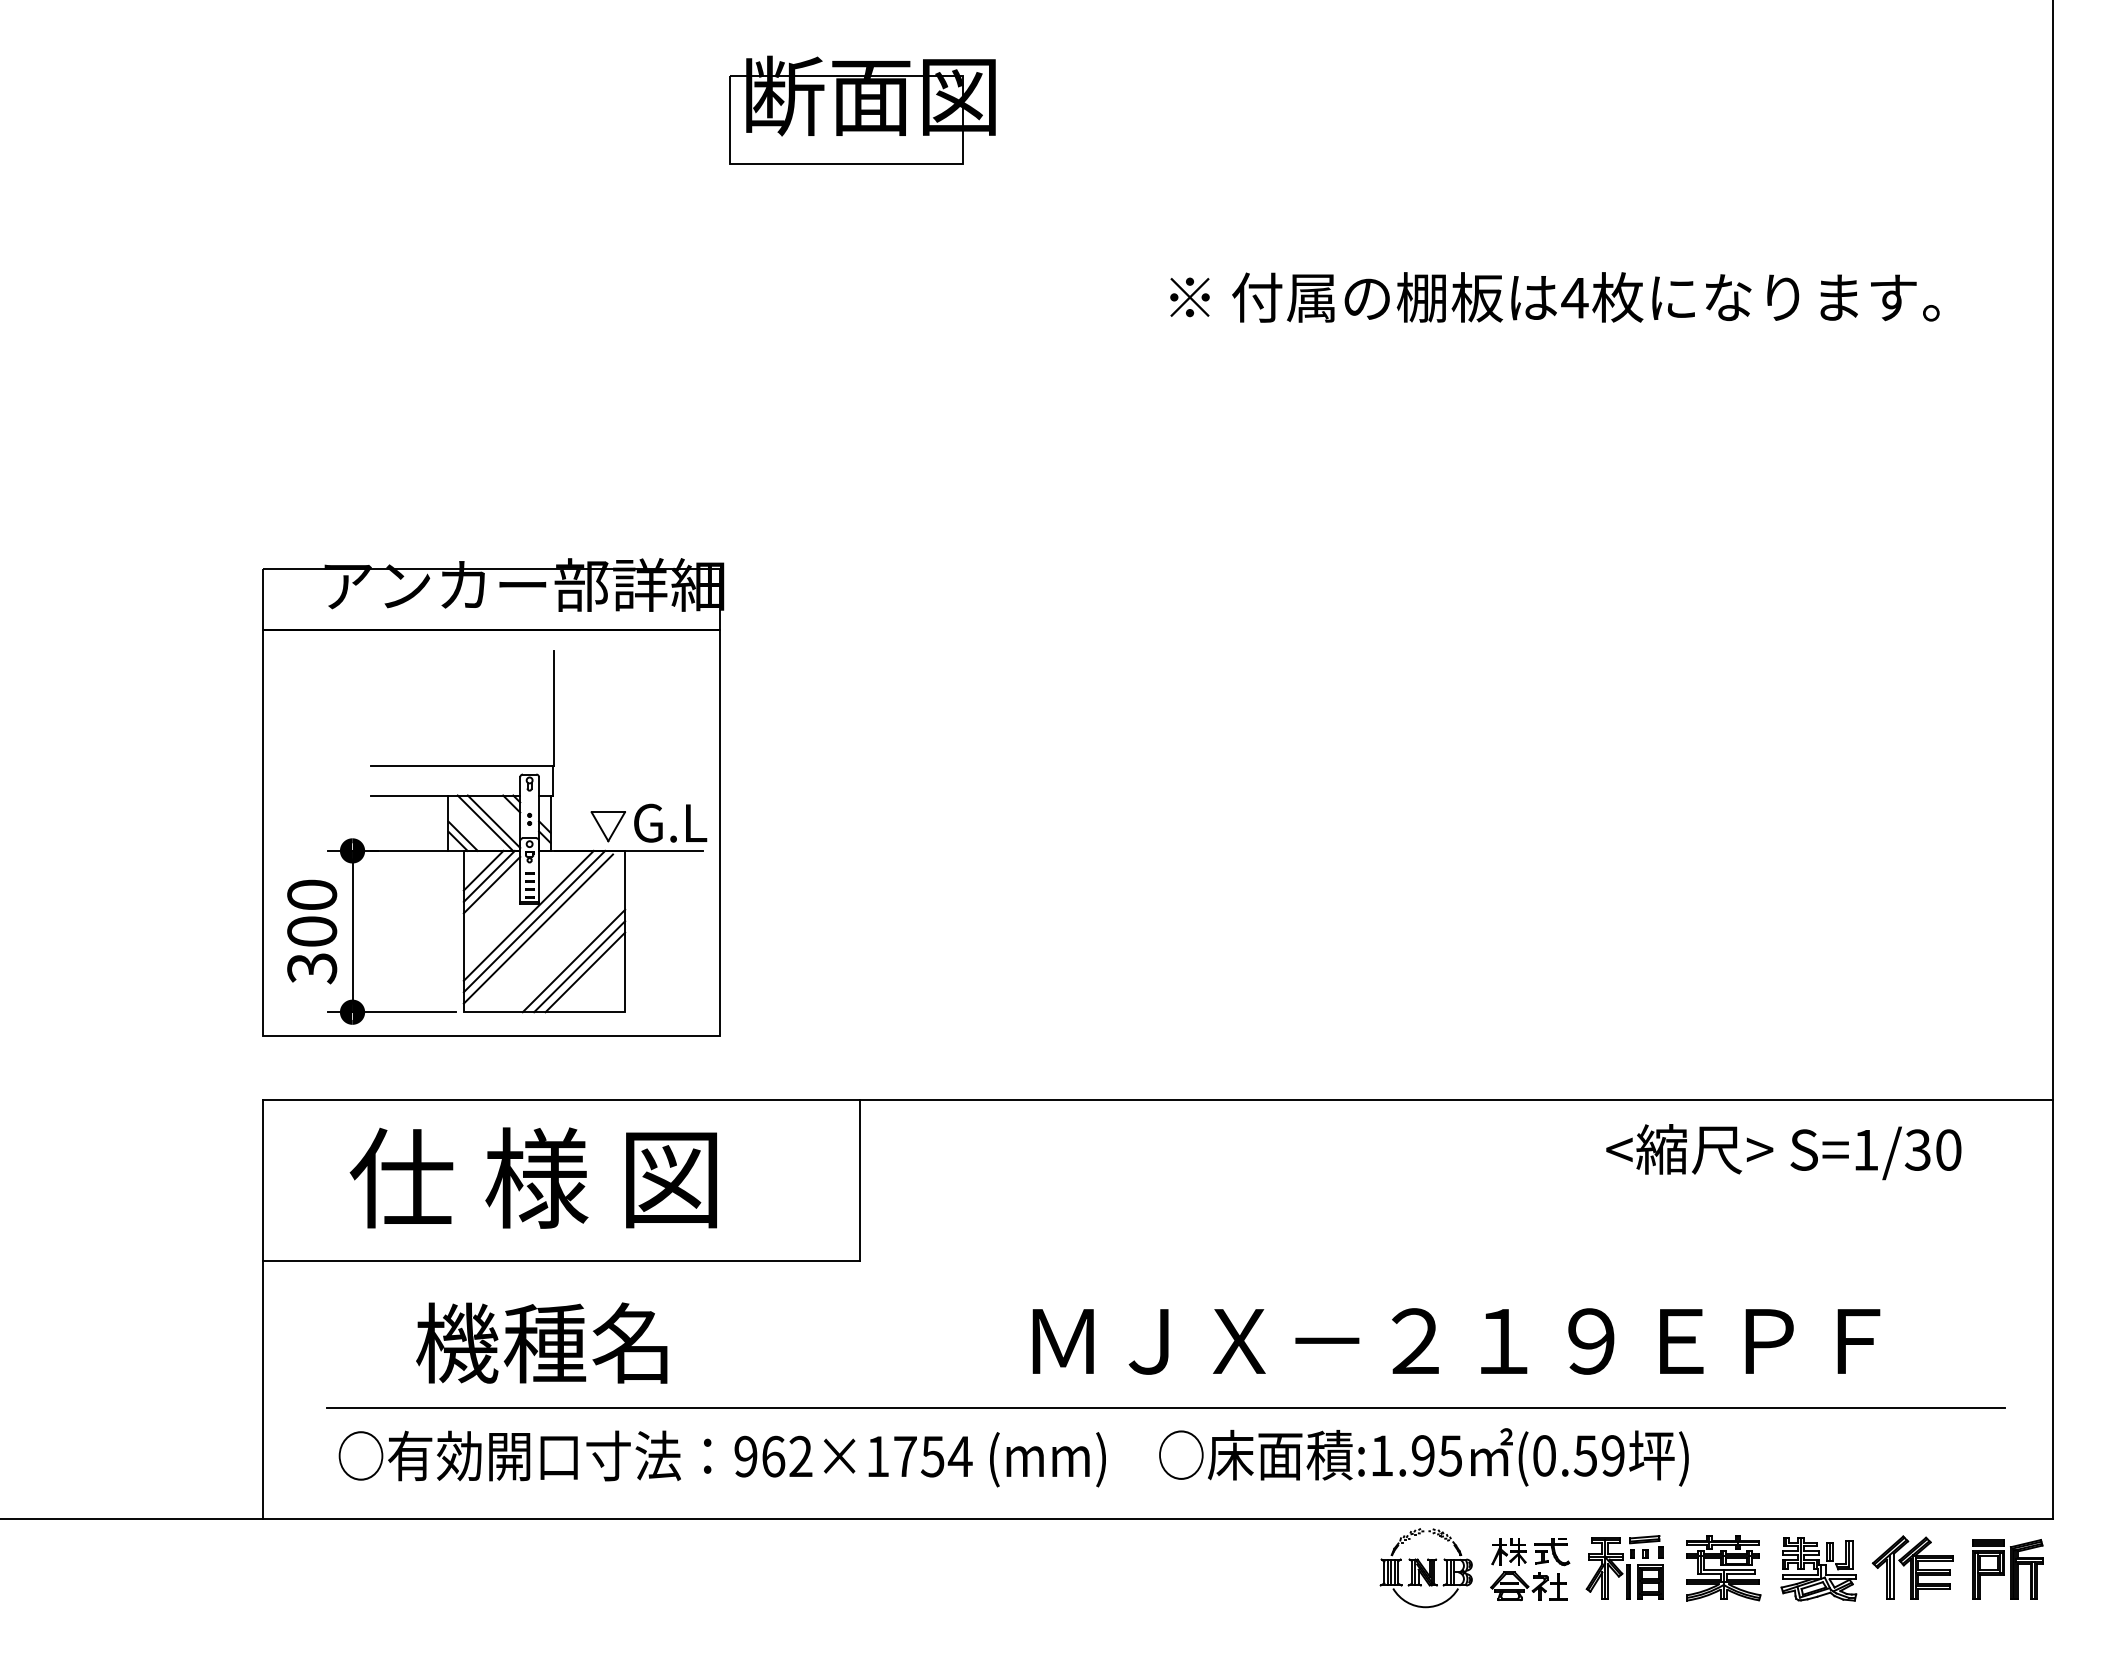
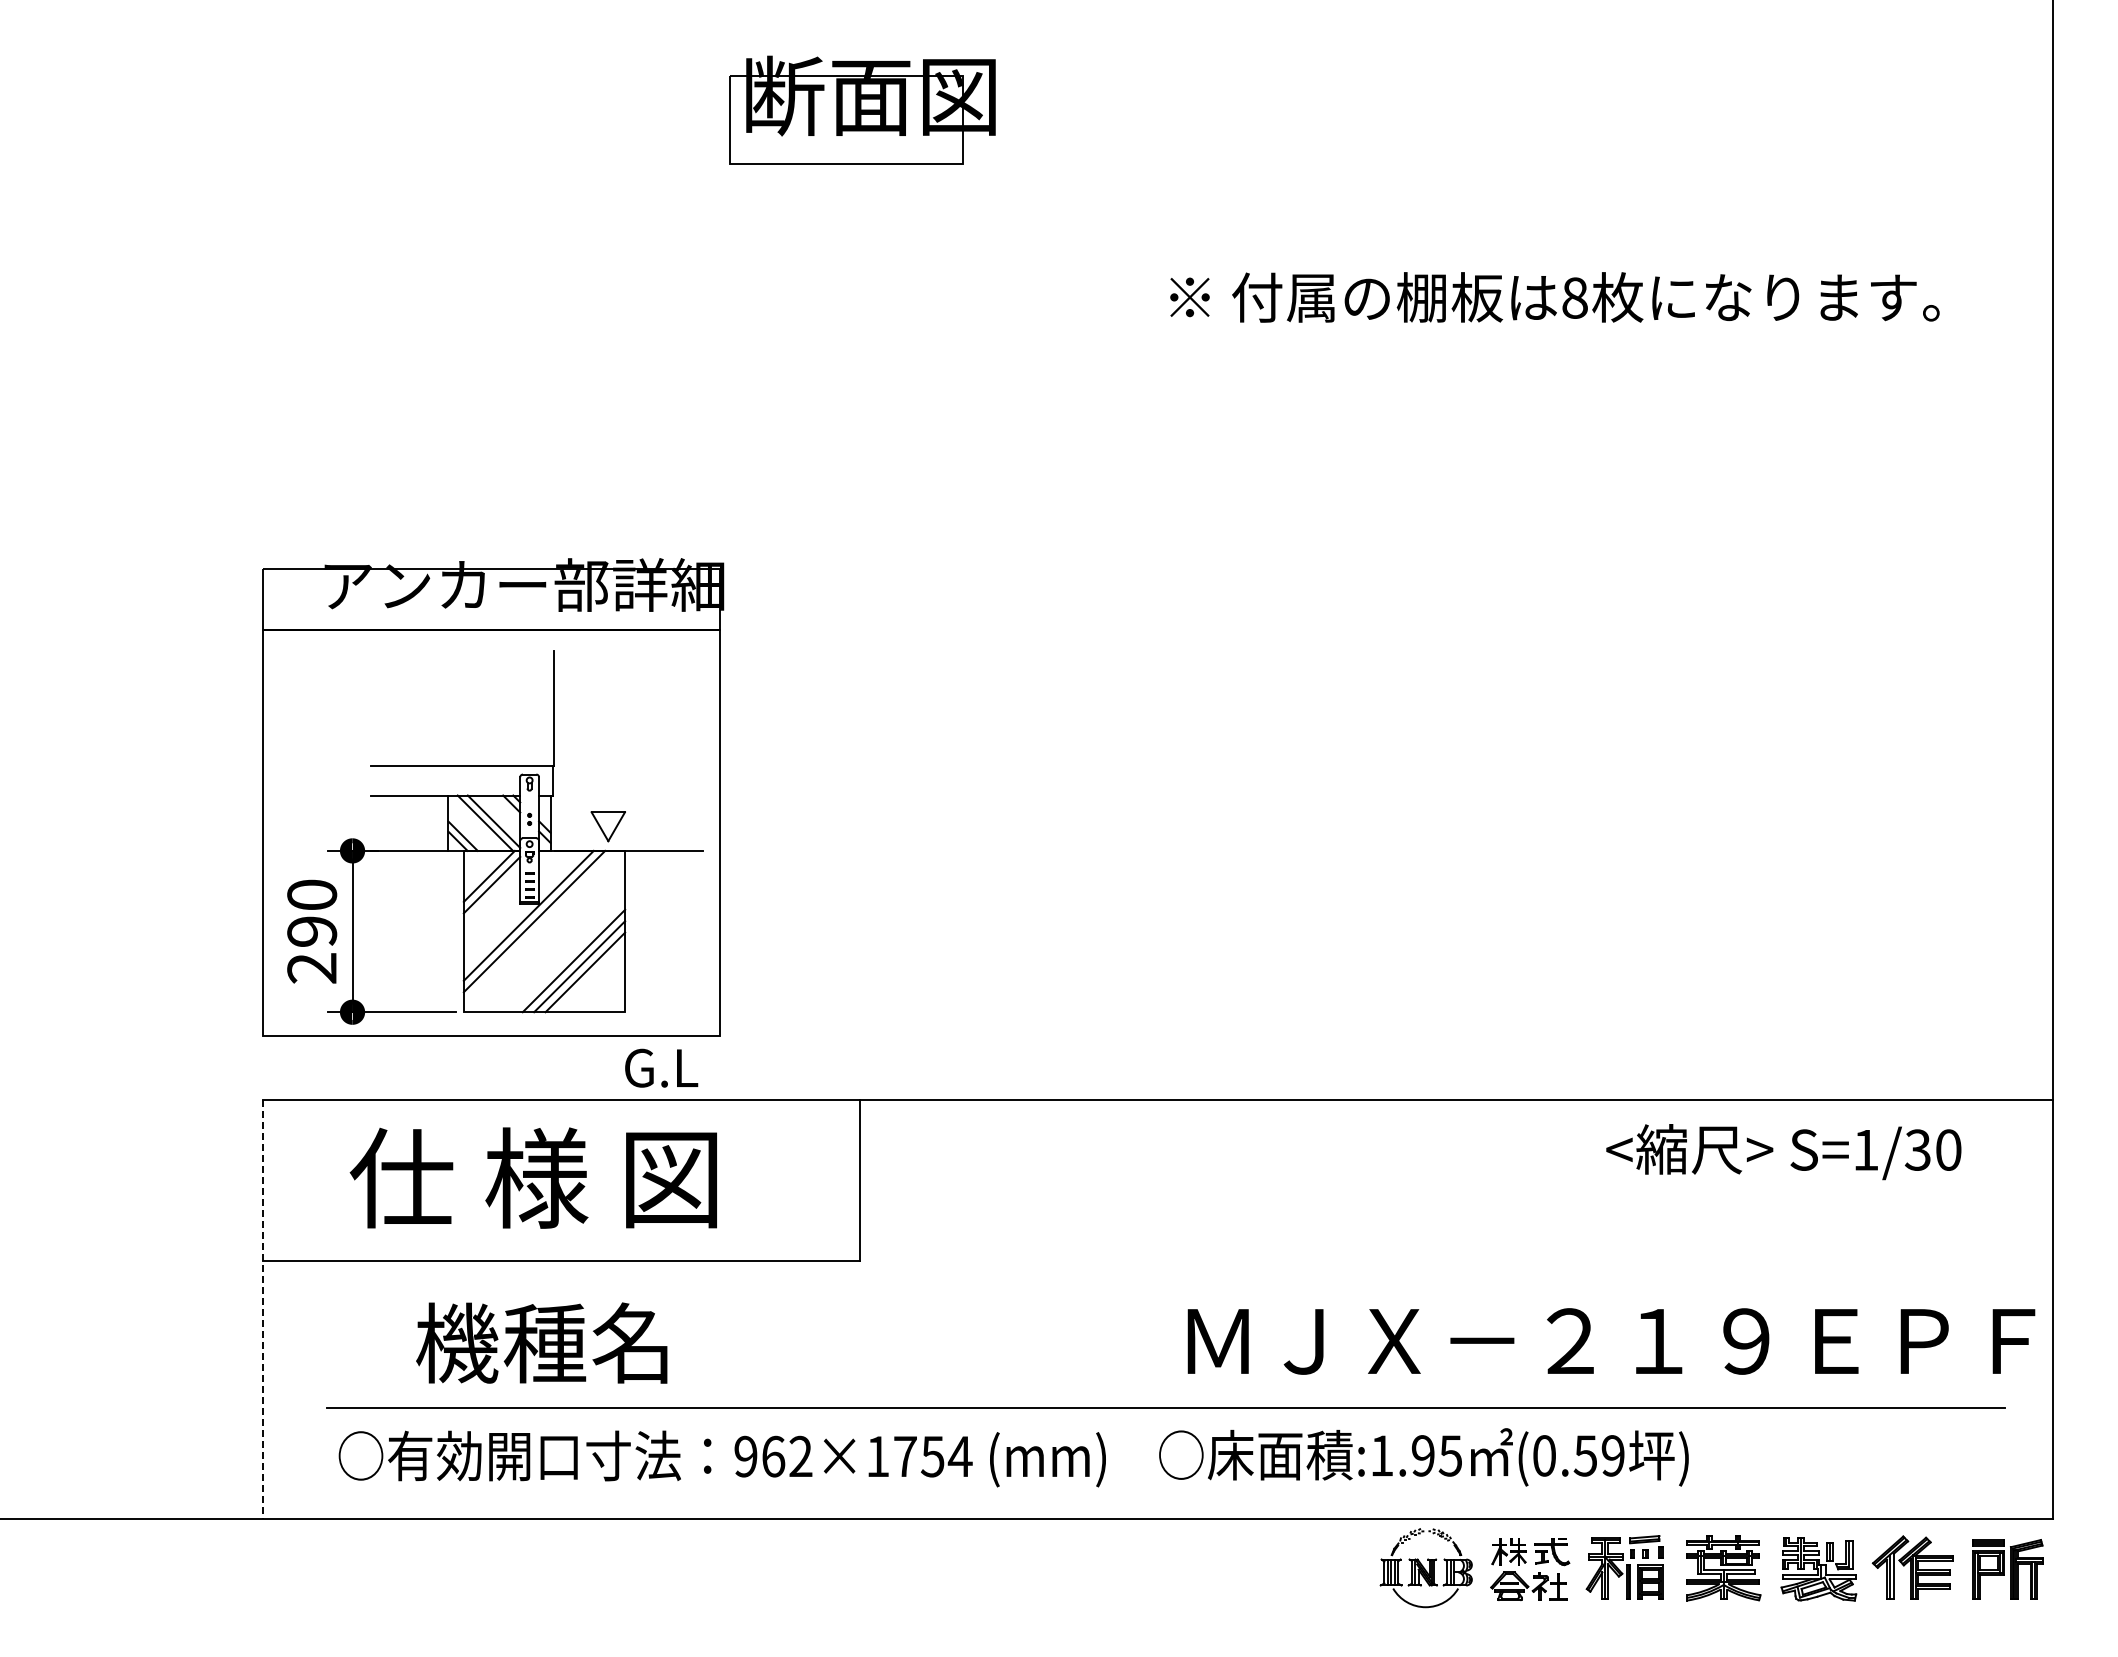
text at (1574, 297): 4 -> 8
text at (670, 822) position: (670, 822) -> (661, 1067)
line at (483, 870): present -> none
line at (538, 928): present -> none
text at (312, 950): 300 -> 290
line at (262, 1309): solid -> dashed
text at (1456, 1341) position: (1456, 1341) -> (1611, 1341)
